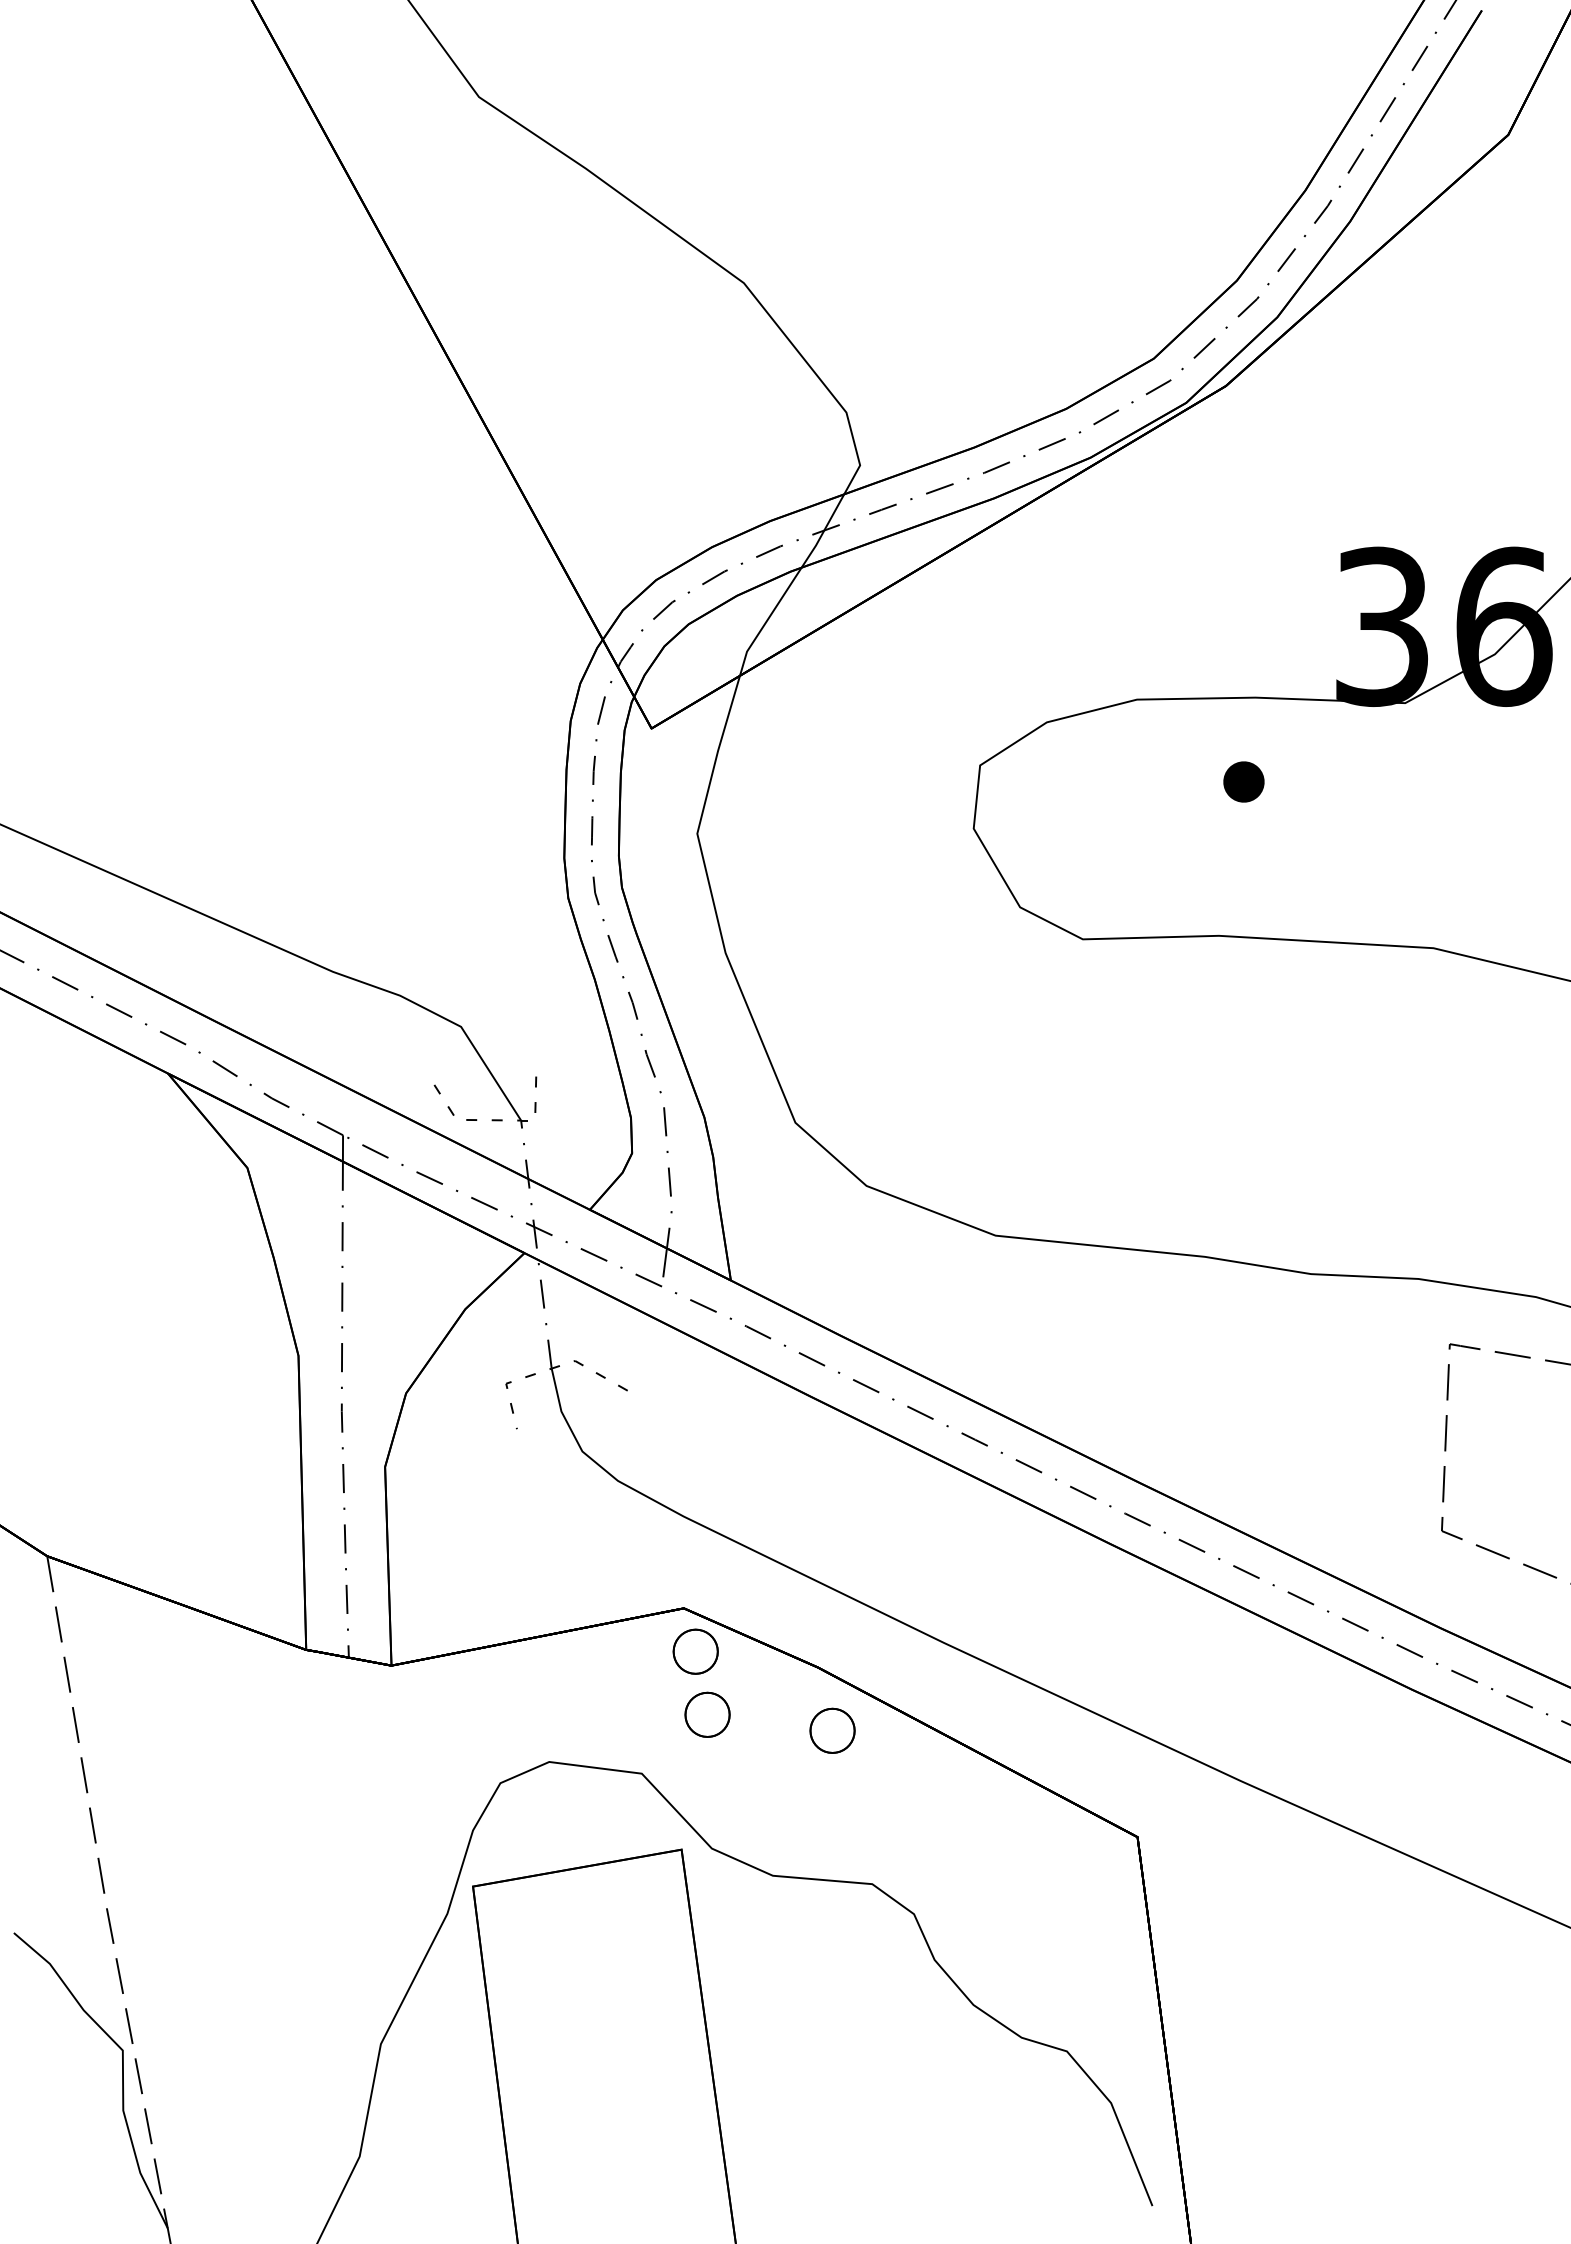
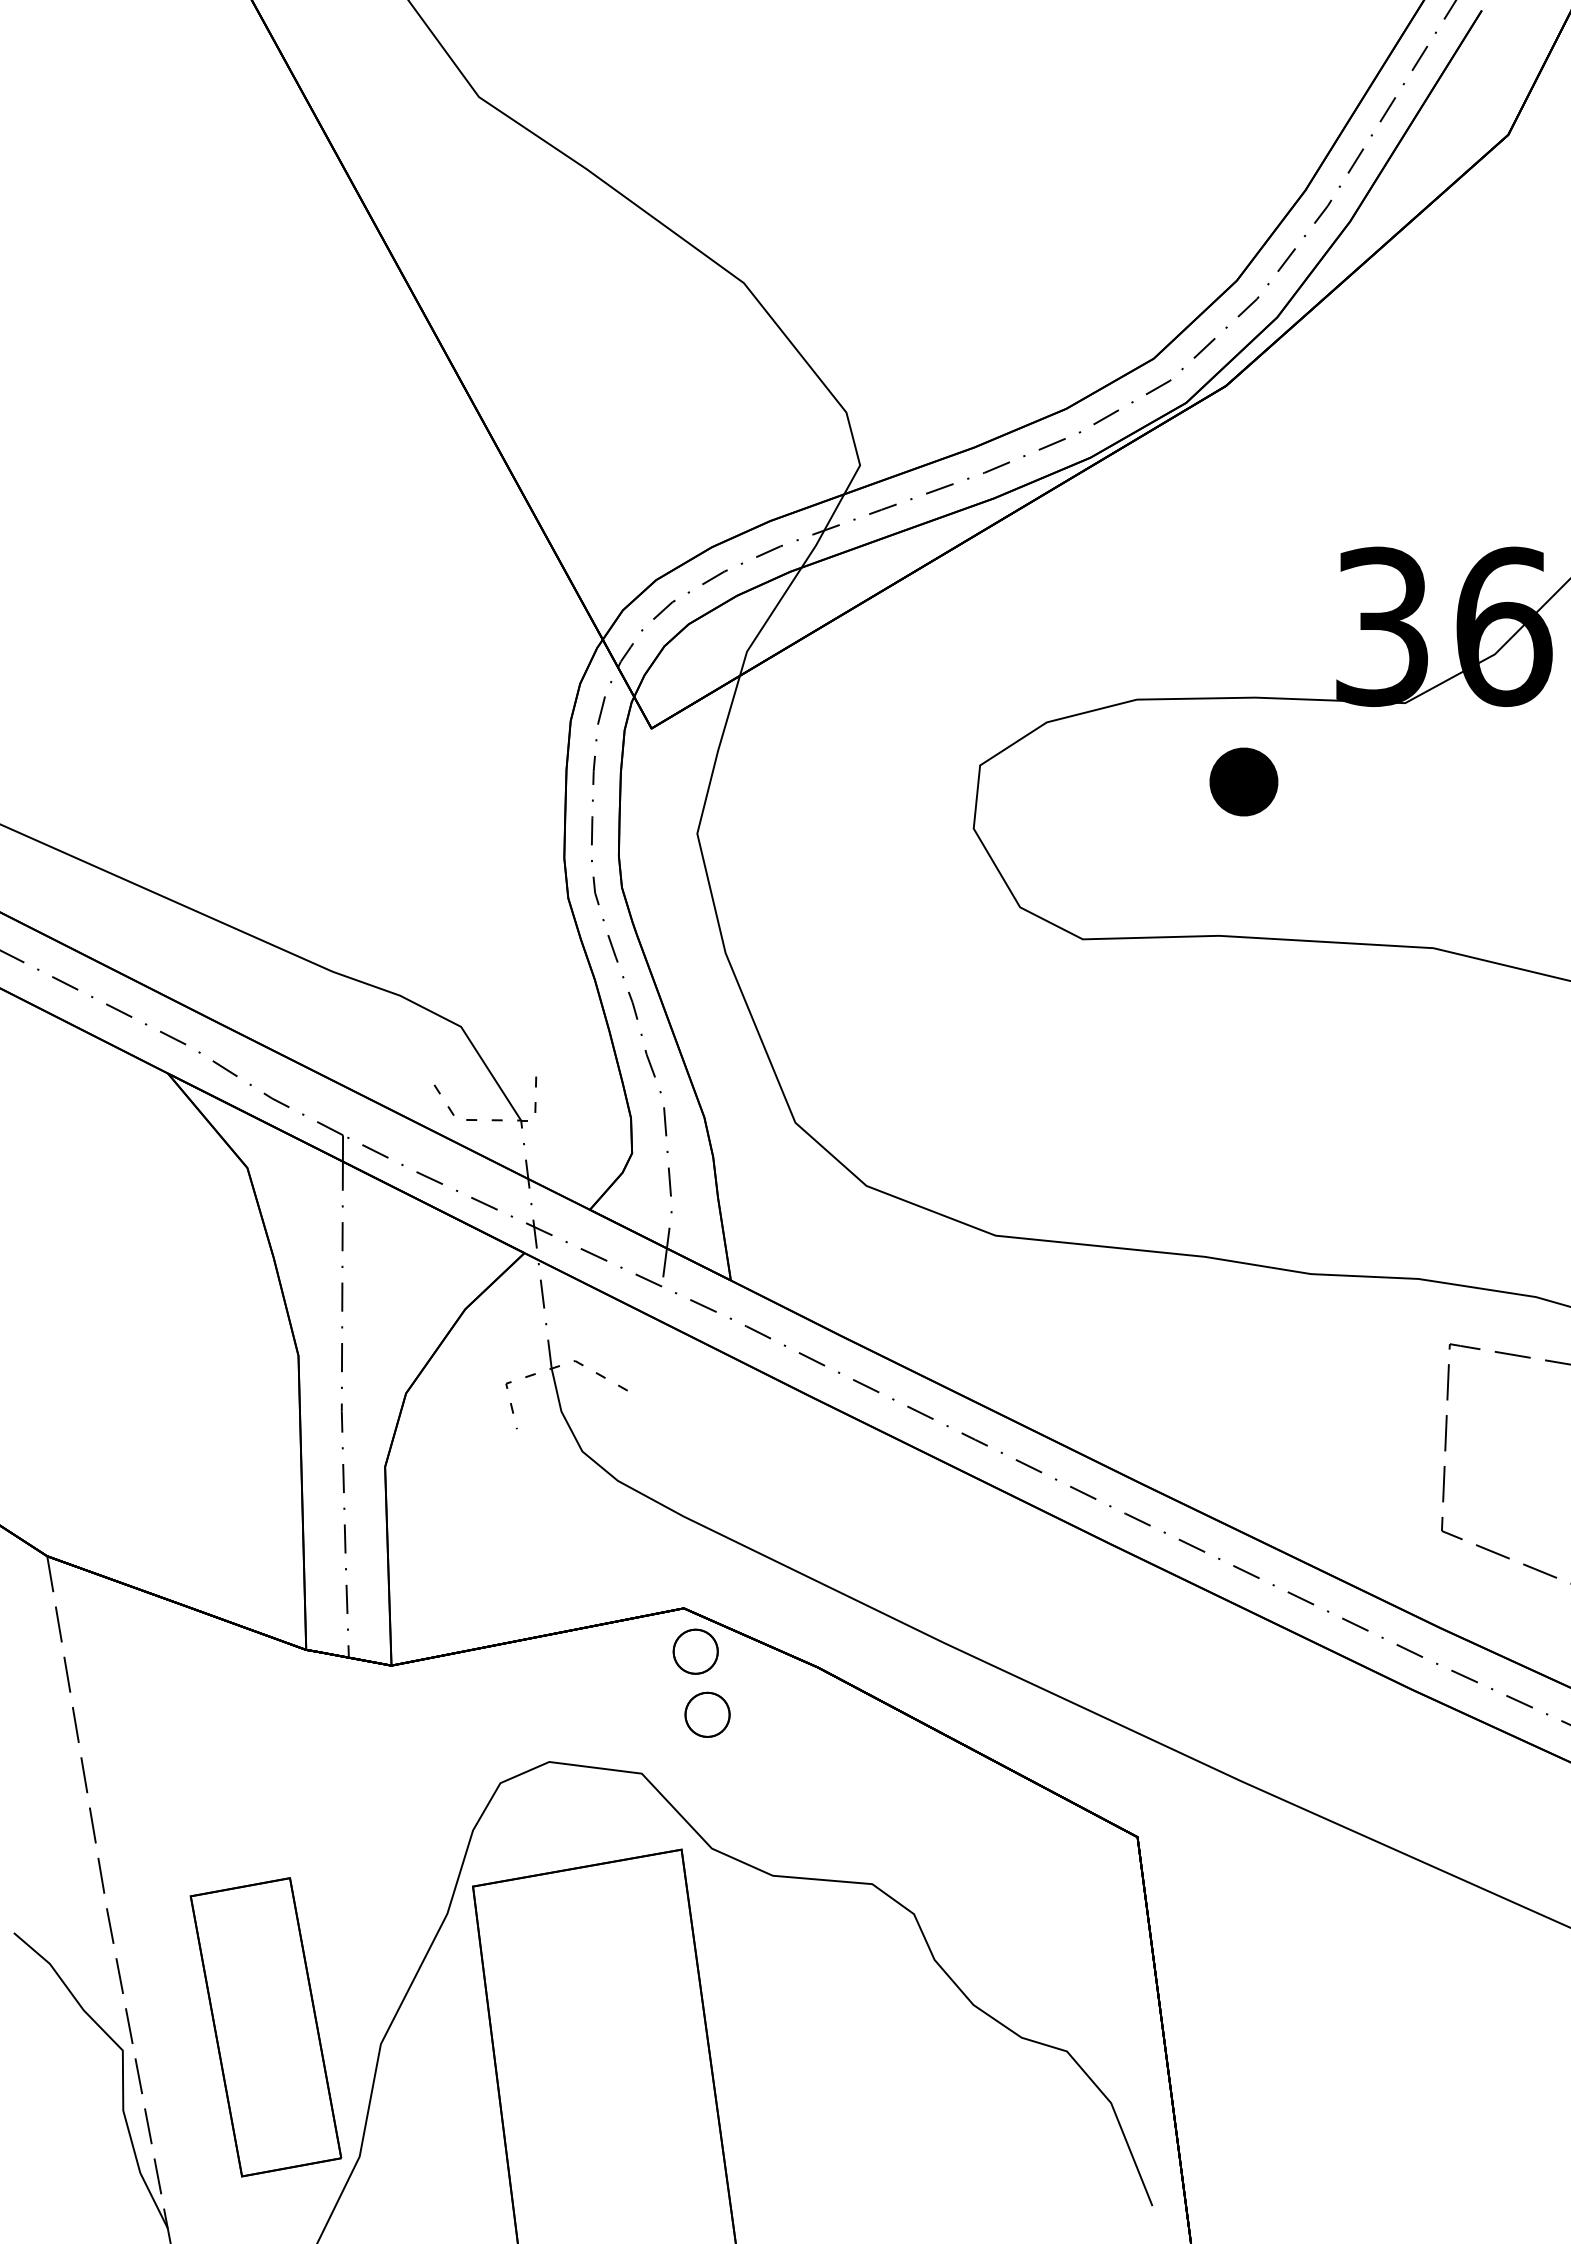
part at (1243, 781) size: 42x42 px -> 70x70 px
part at (832, 1730): present -> none
part at (265, 2027): none -> present
